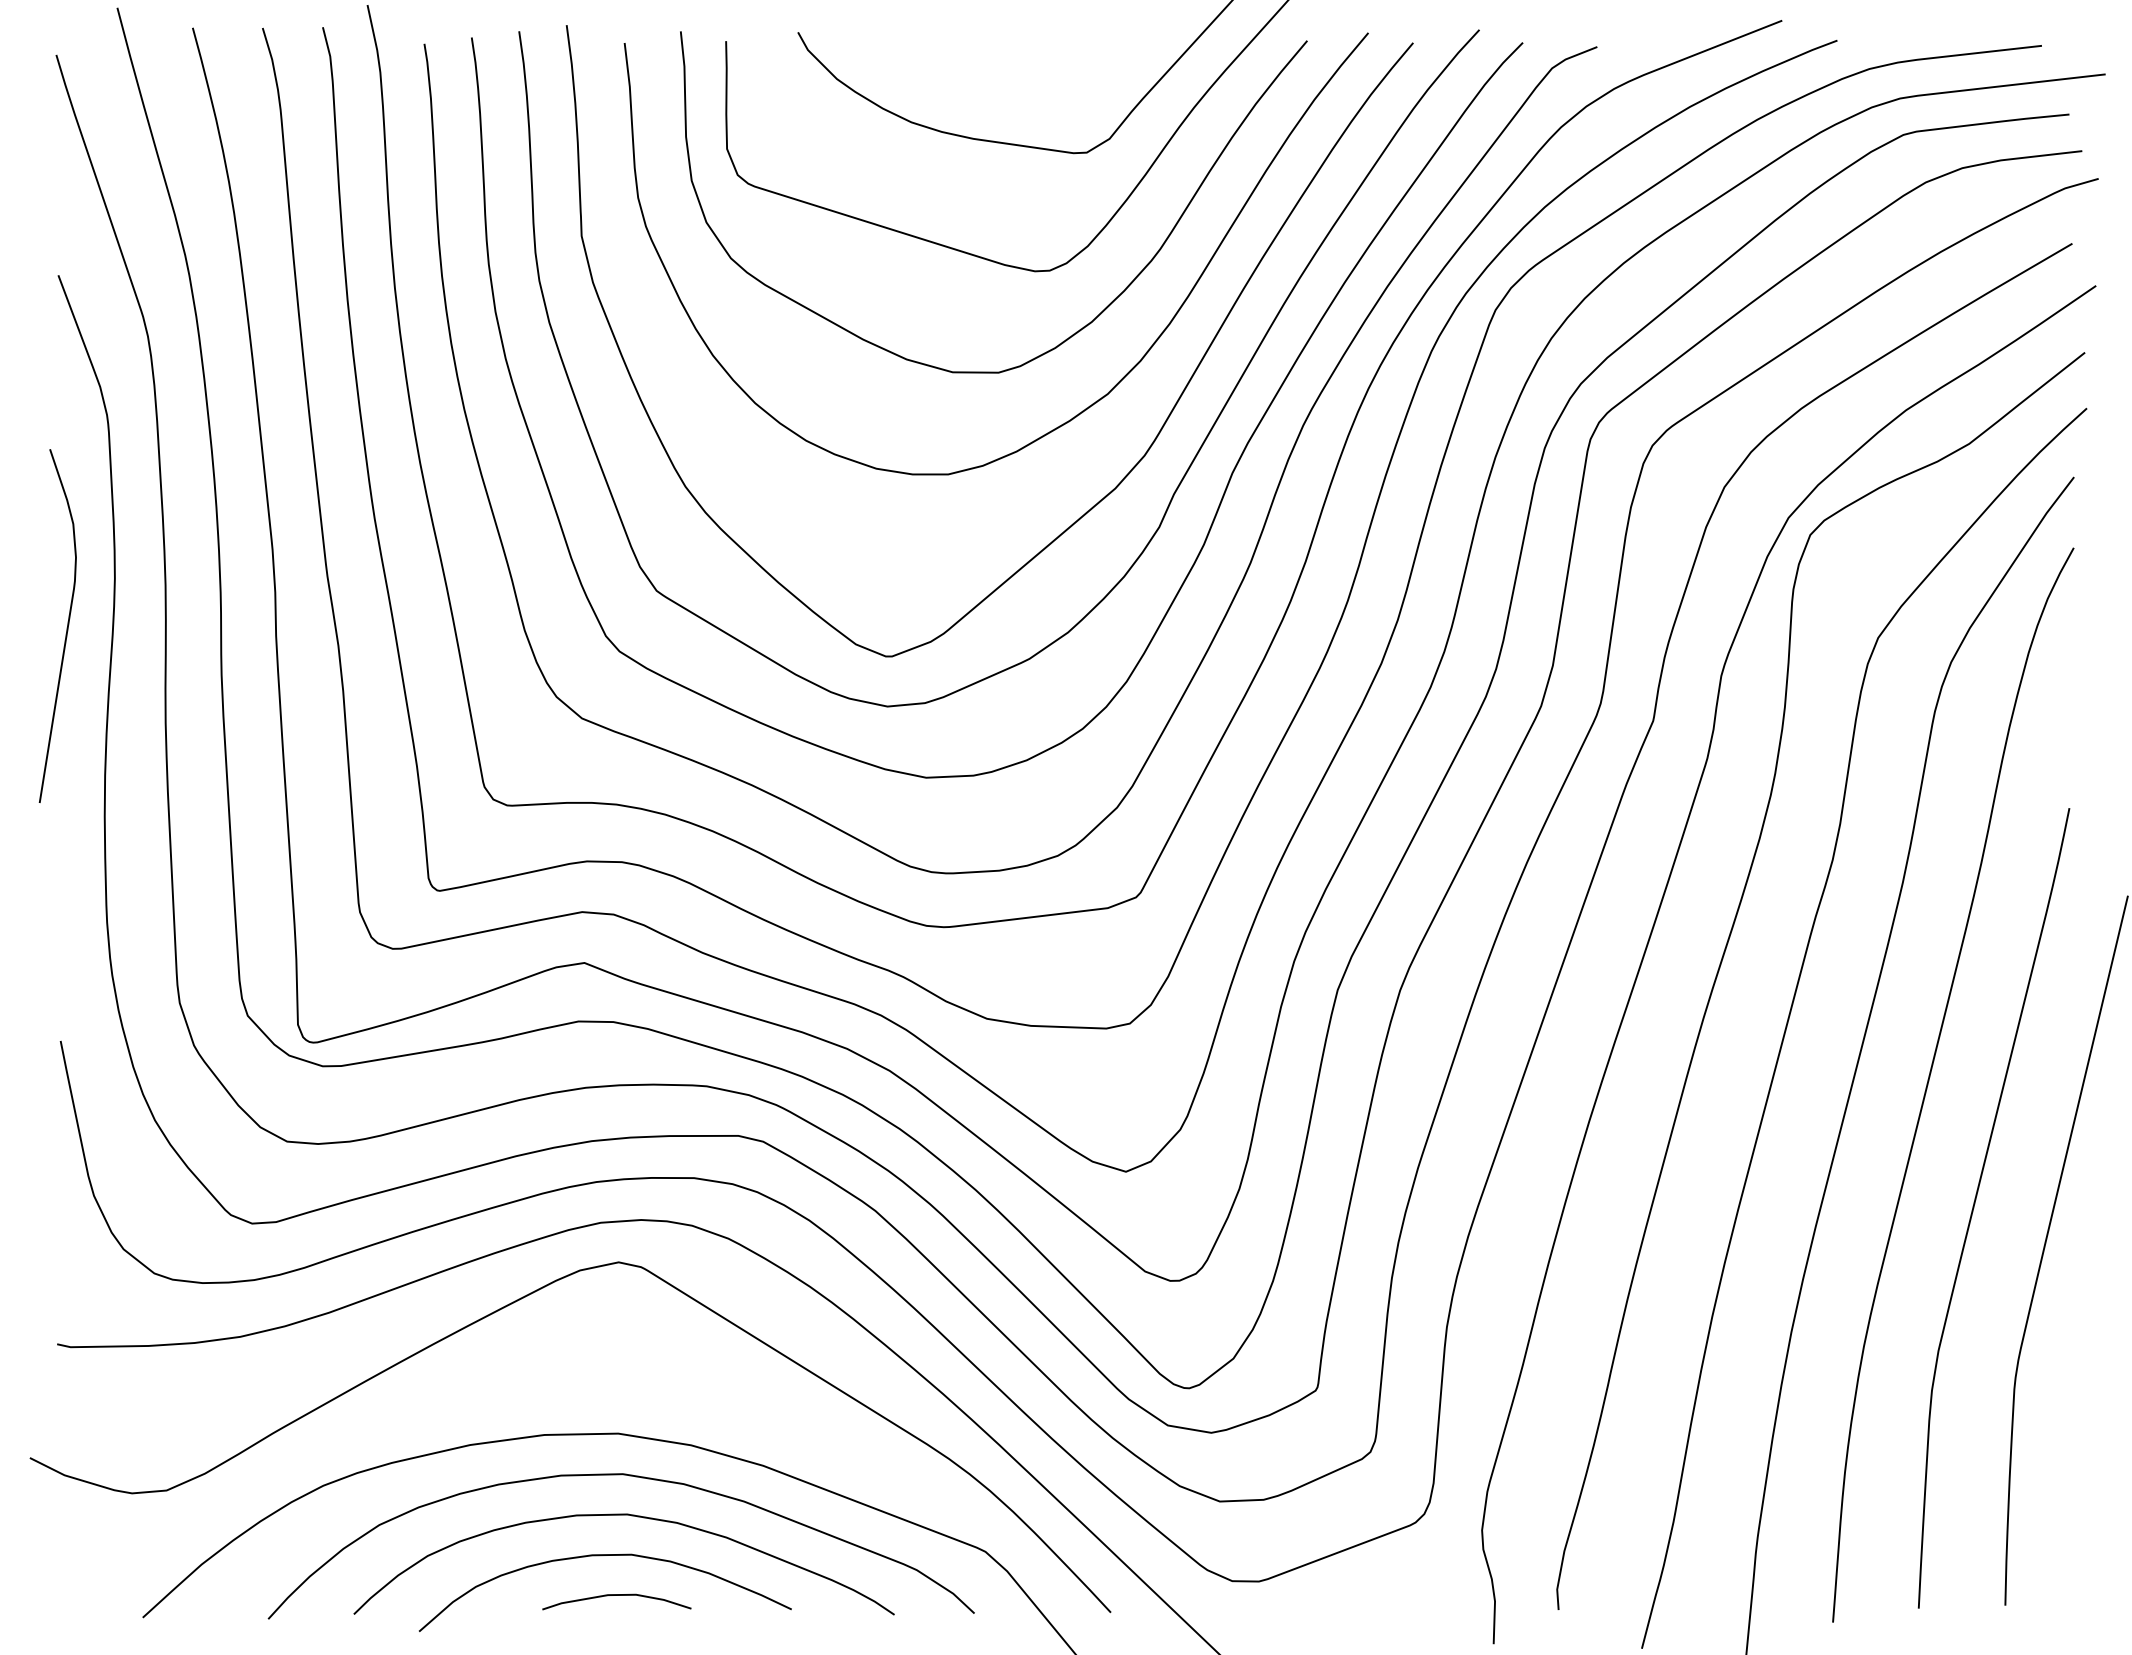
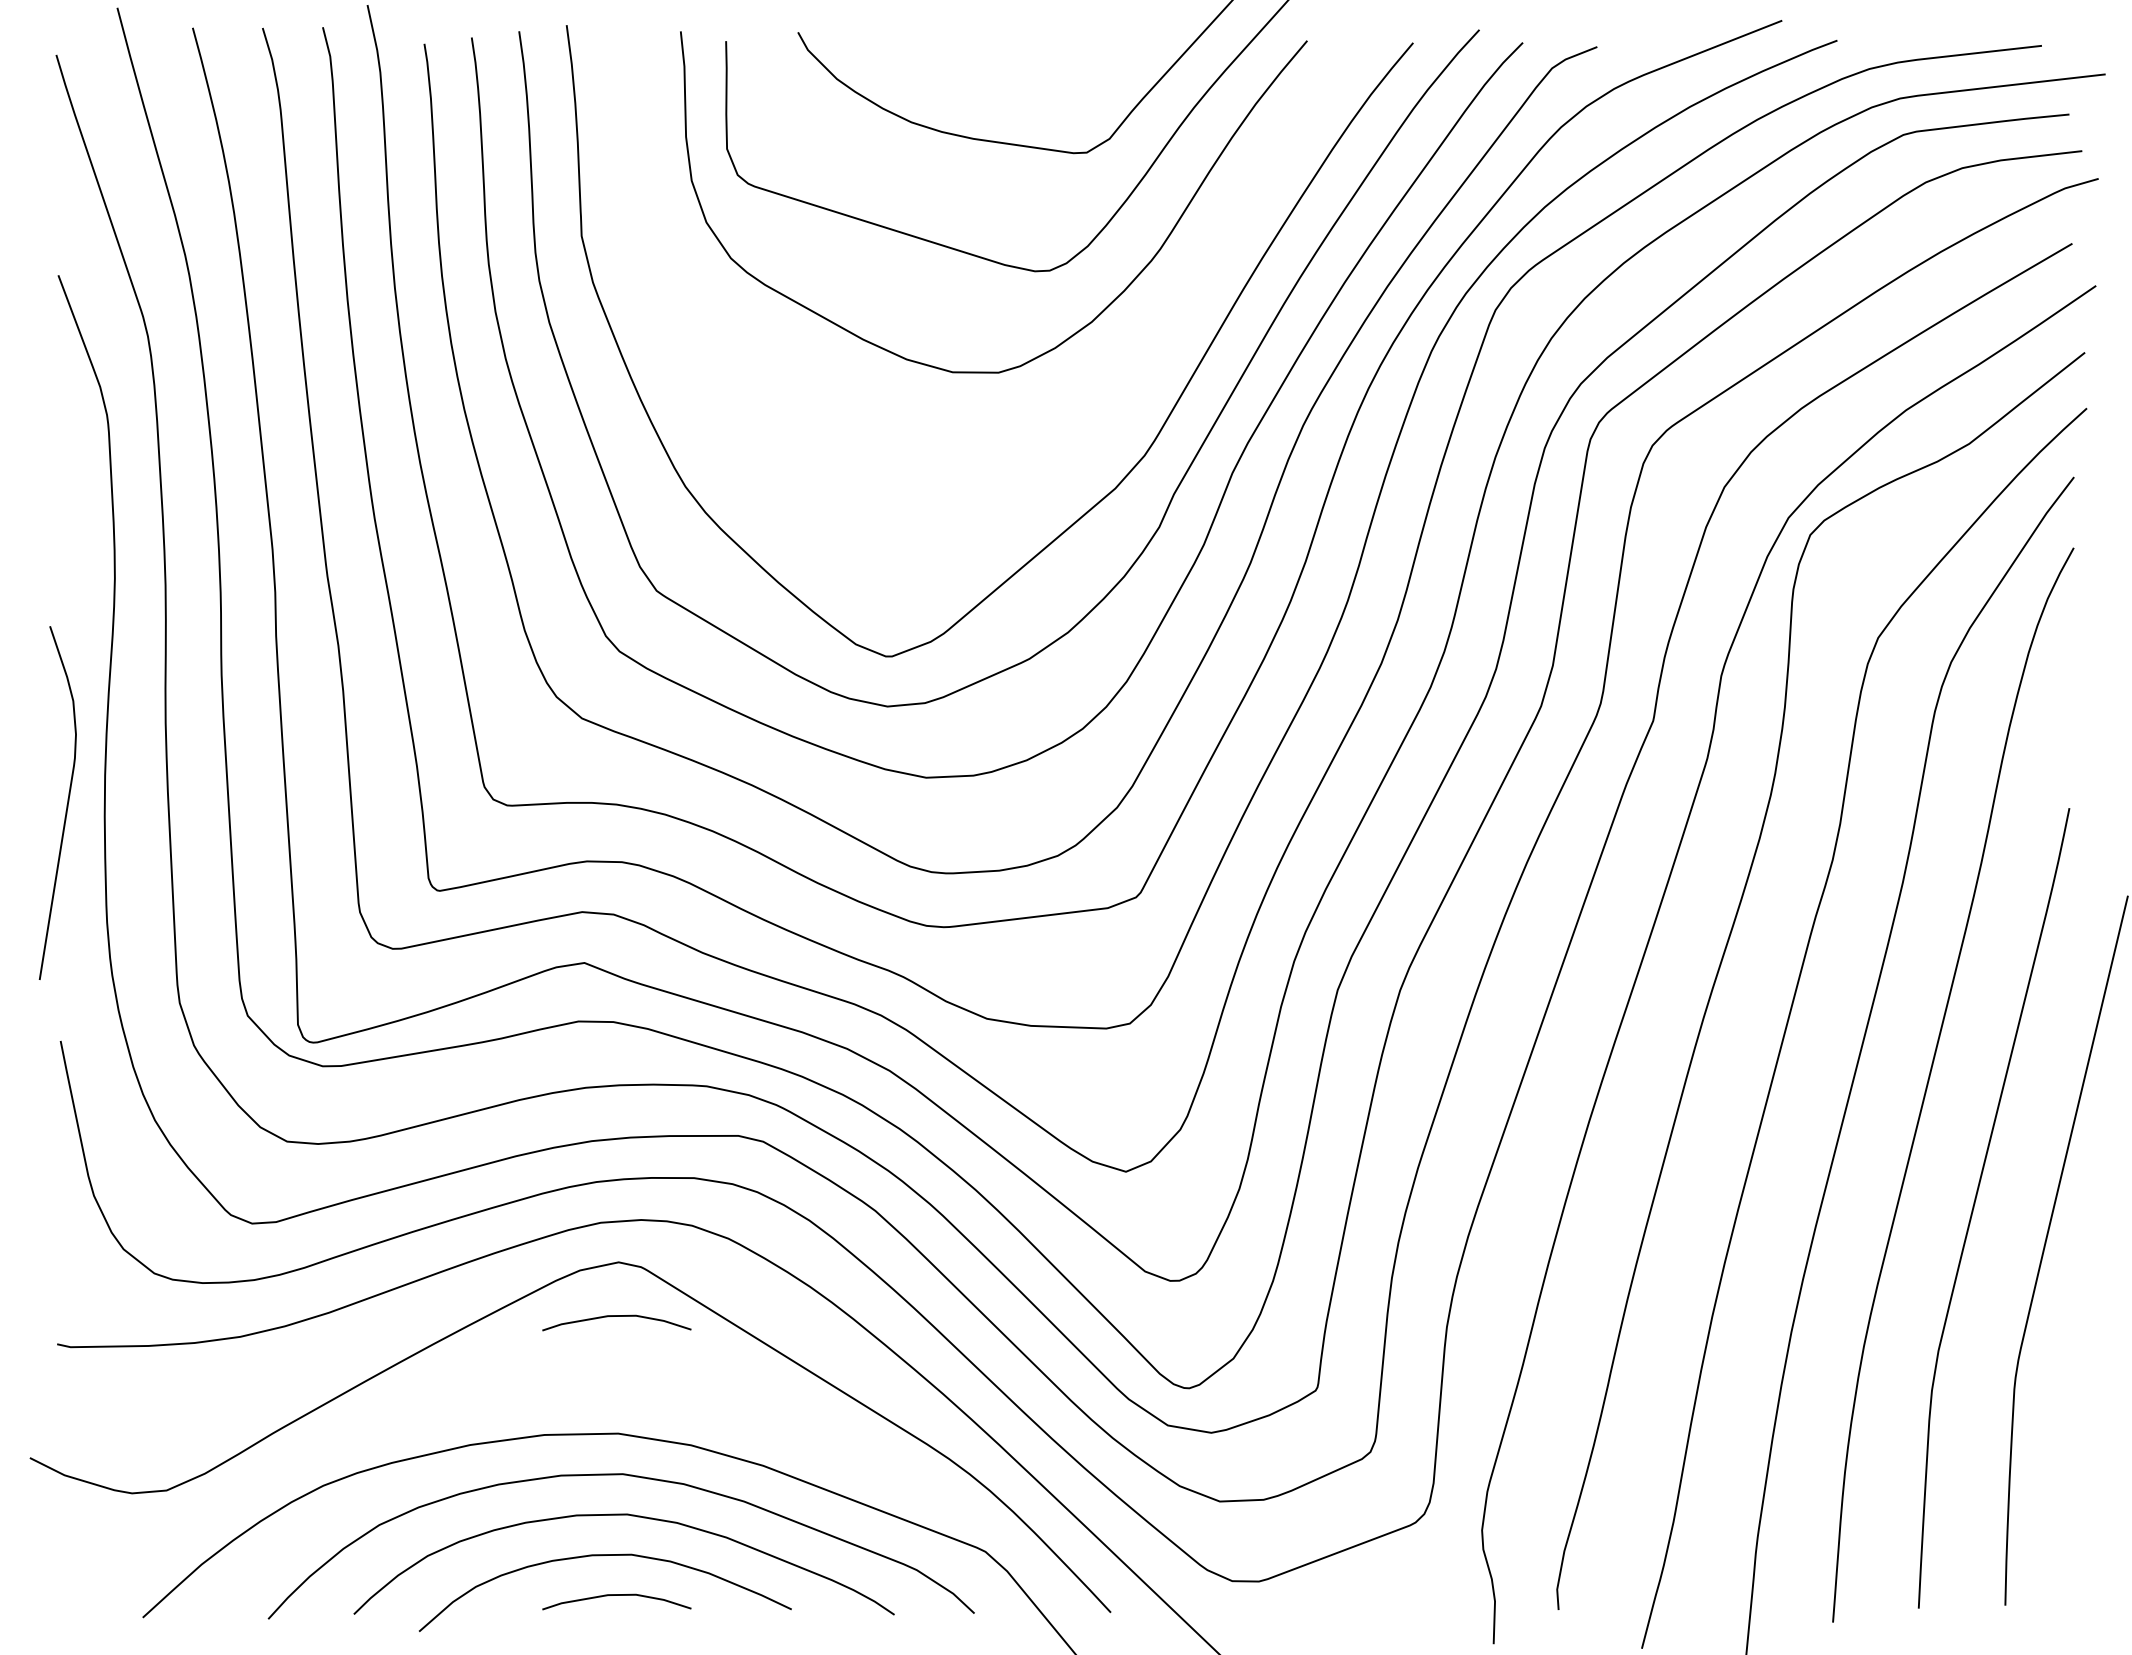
curve at (1121, 378): present -> none
curve at (66, 627) position: (66, 627) -> (66, 804)
curve at (616, 1316): none -> present
